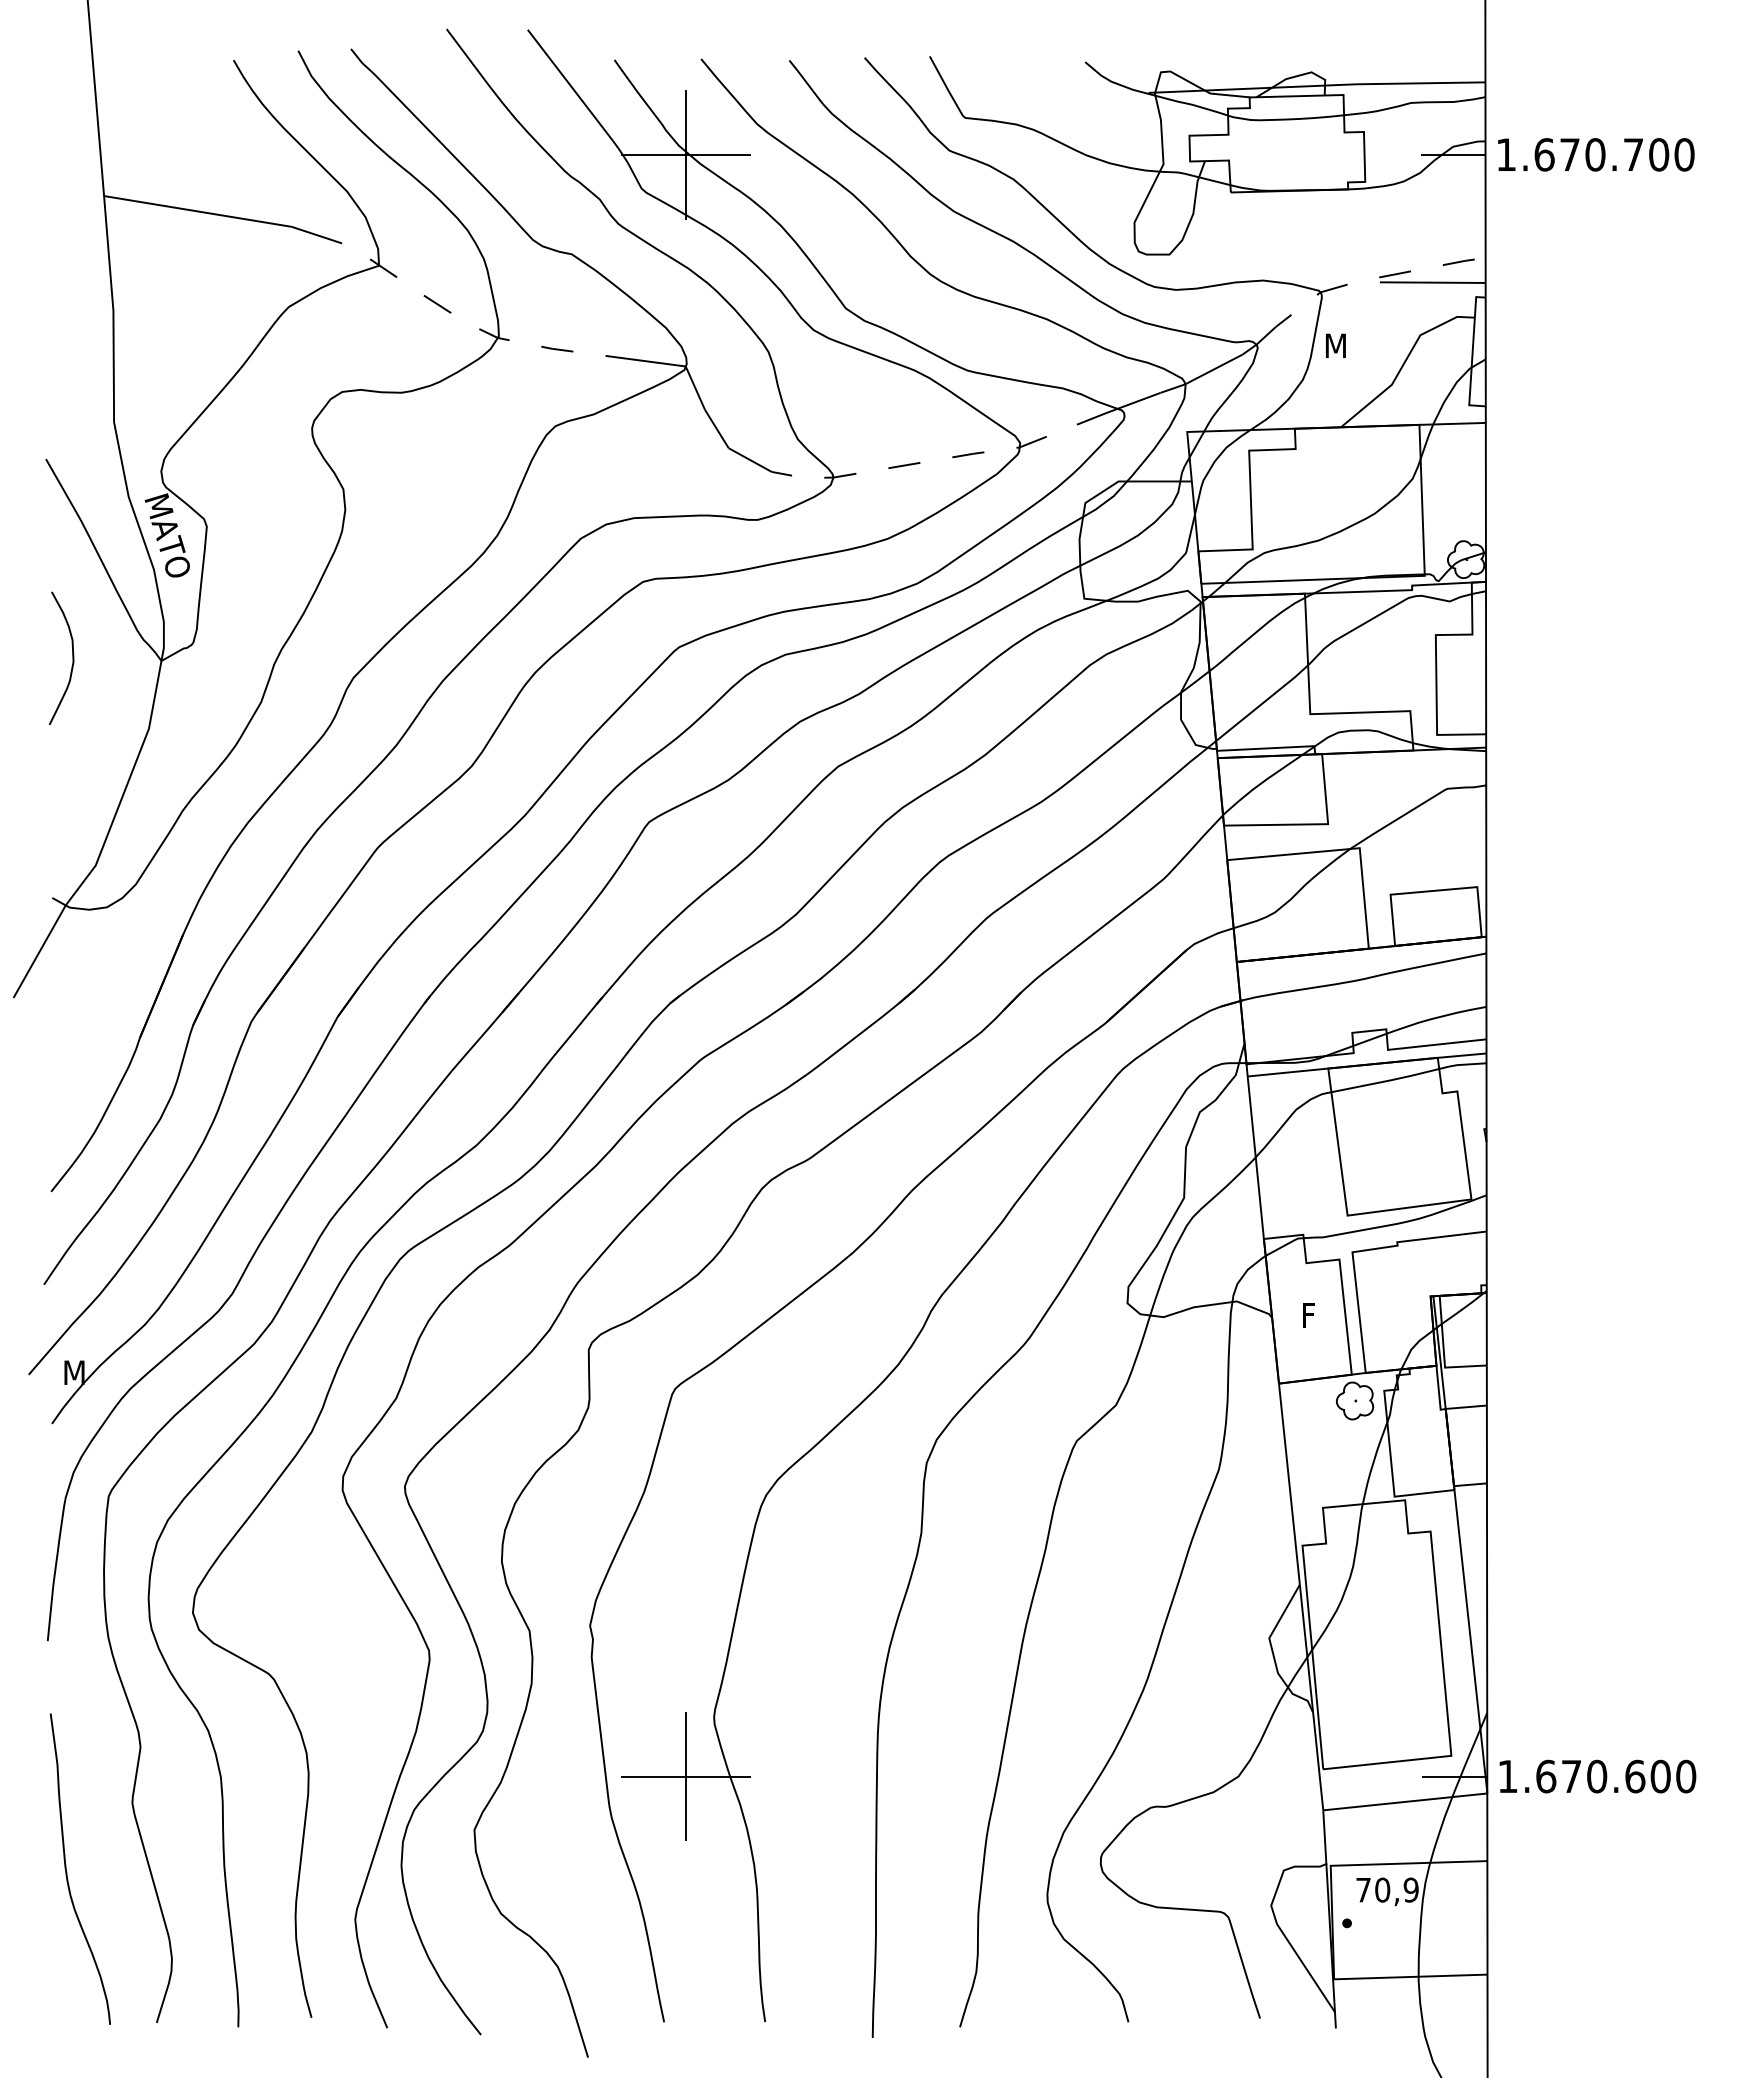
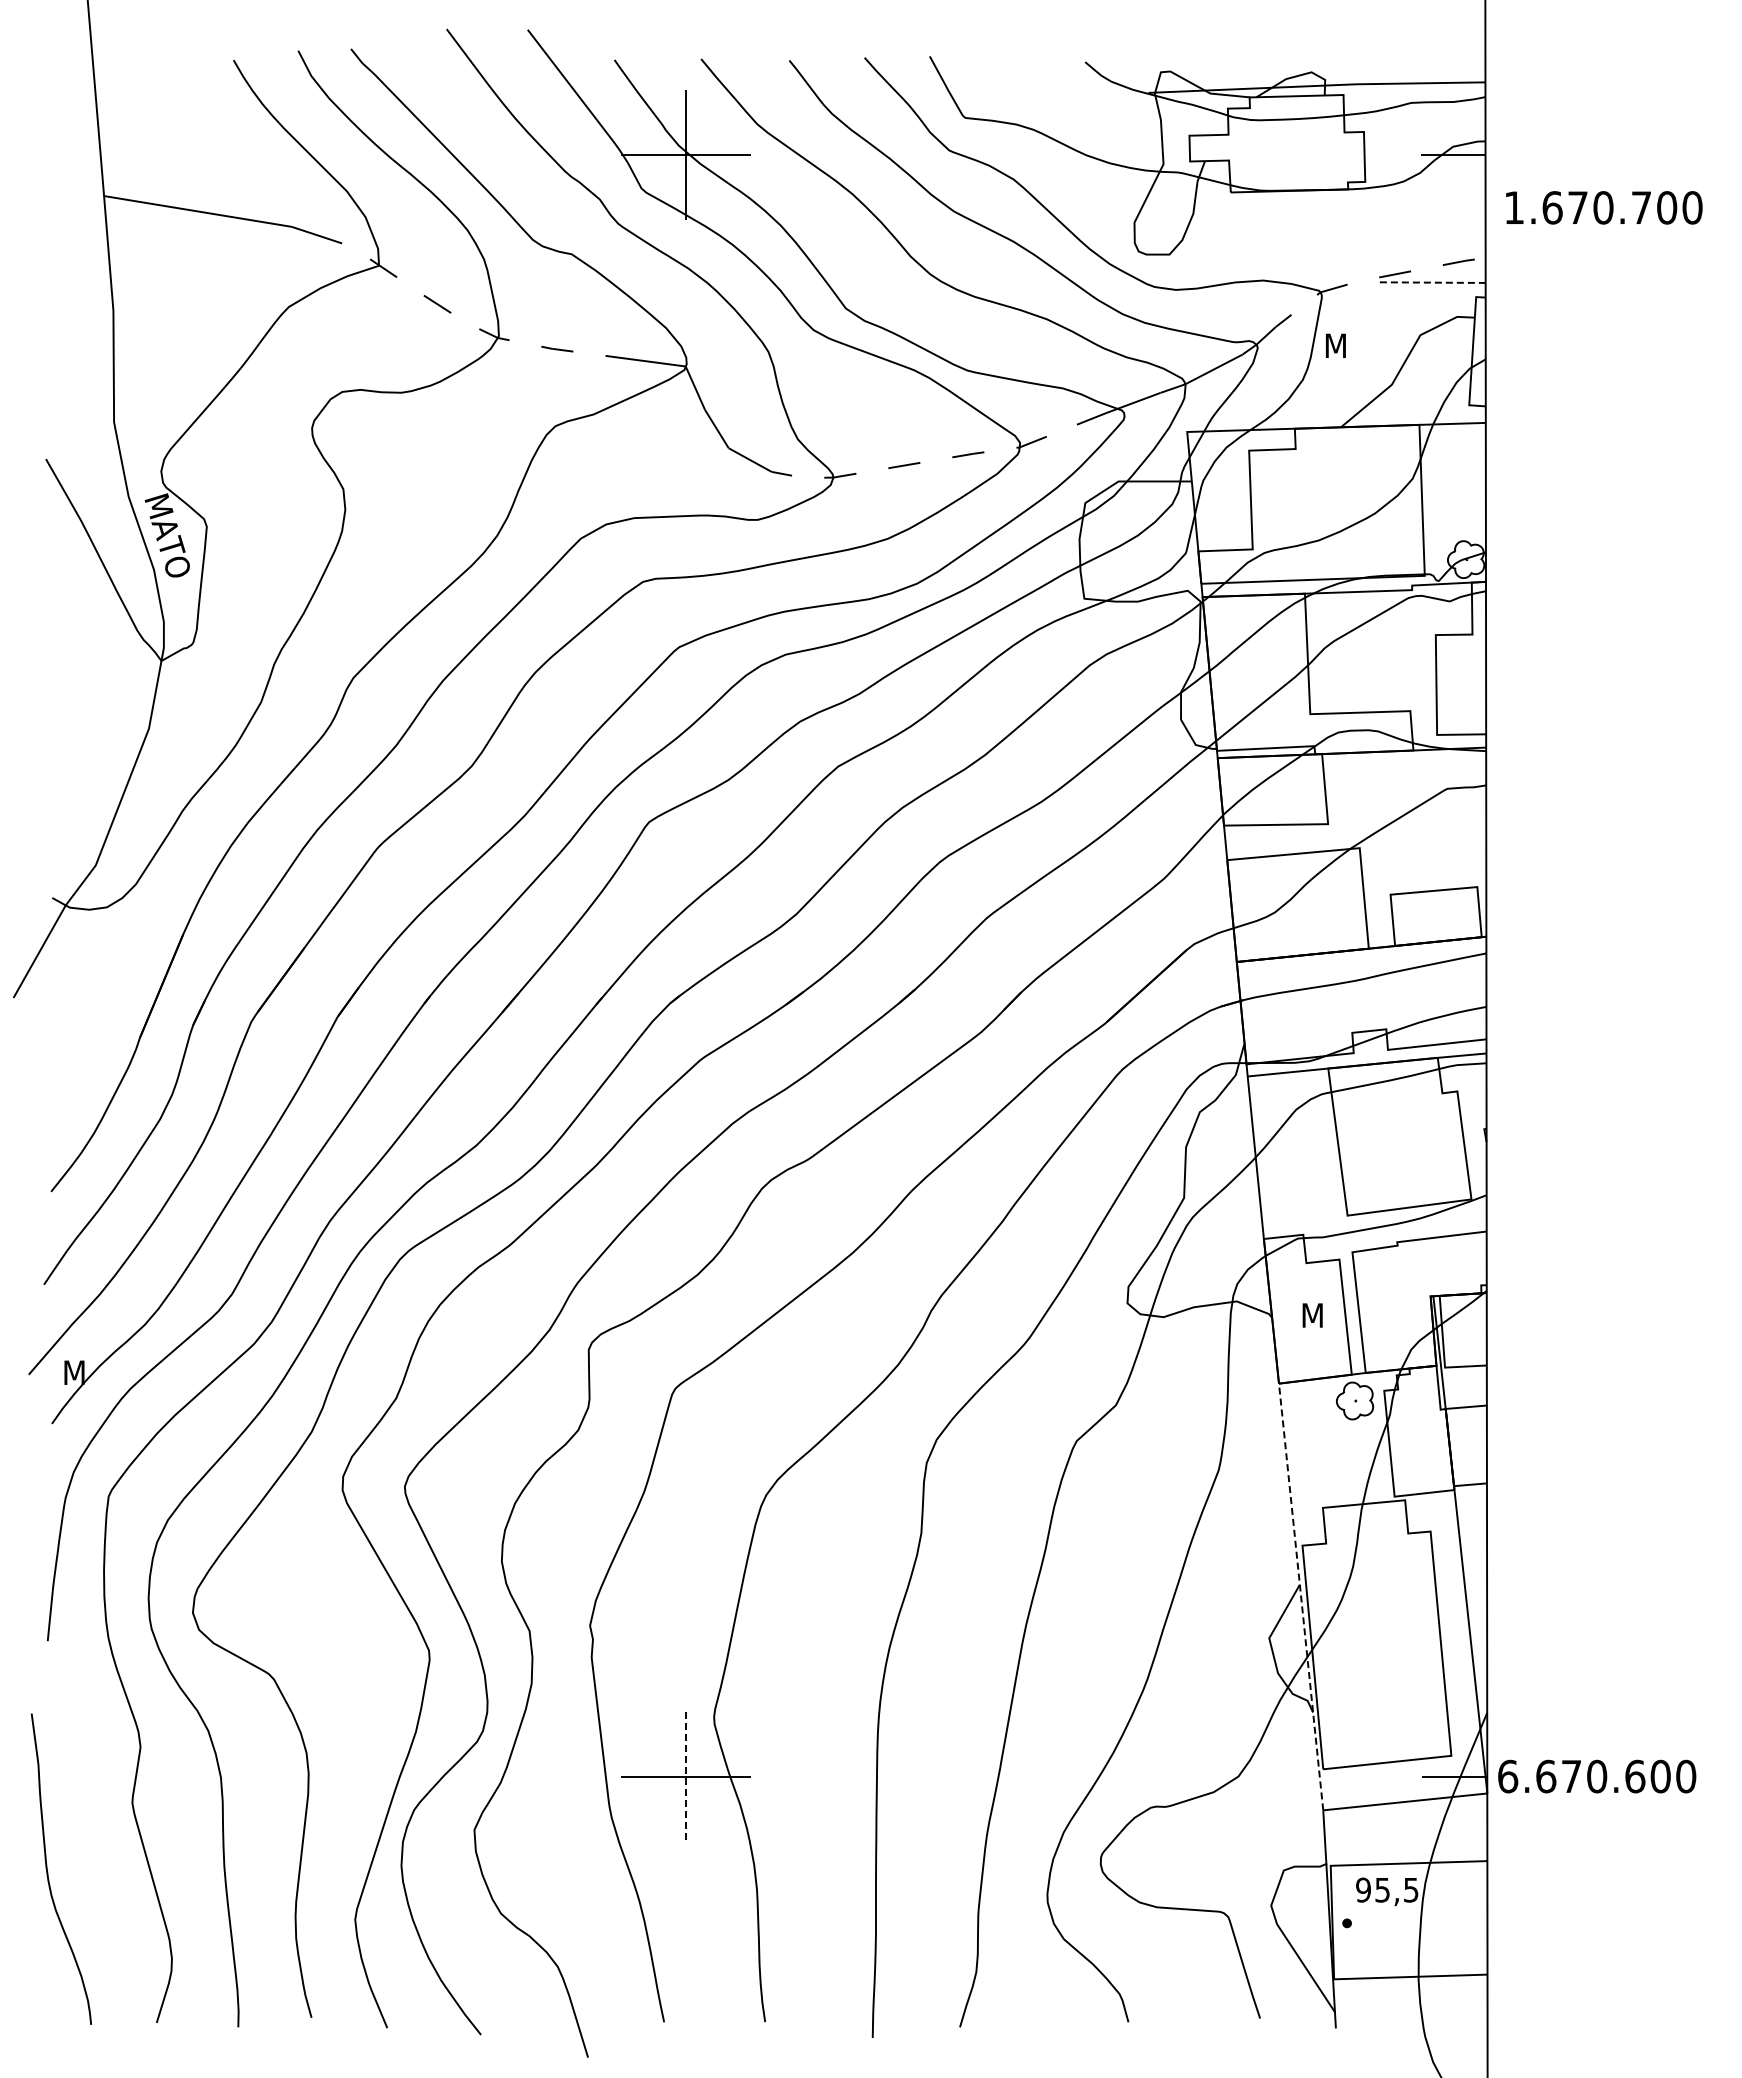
text at (1596, 154) position: (1596, 154) -> (1604, 207)
line at (1432, 282): solid -> dashed
curve at (72, 658): present -> none
text at (1312, 1315): F -> M
line at (1301, 1596): solid -> dashed
line at (685, 1776): solid -> dashed
text at (1508, 1776): 1.670.600 -> 6.670.600
curve at (67, 1872) position: (67, 1872) -> (48, 1872)
text at (1387, 1889): 70,9 -> 95,5
